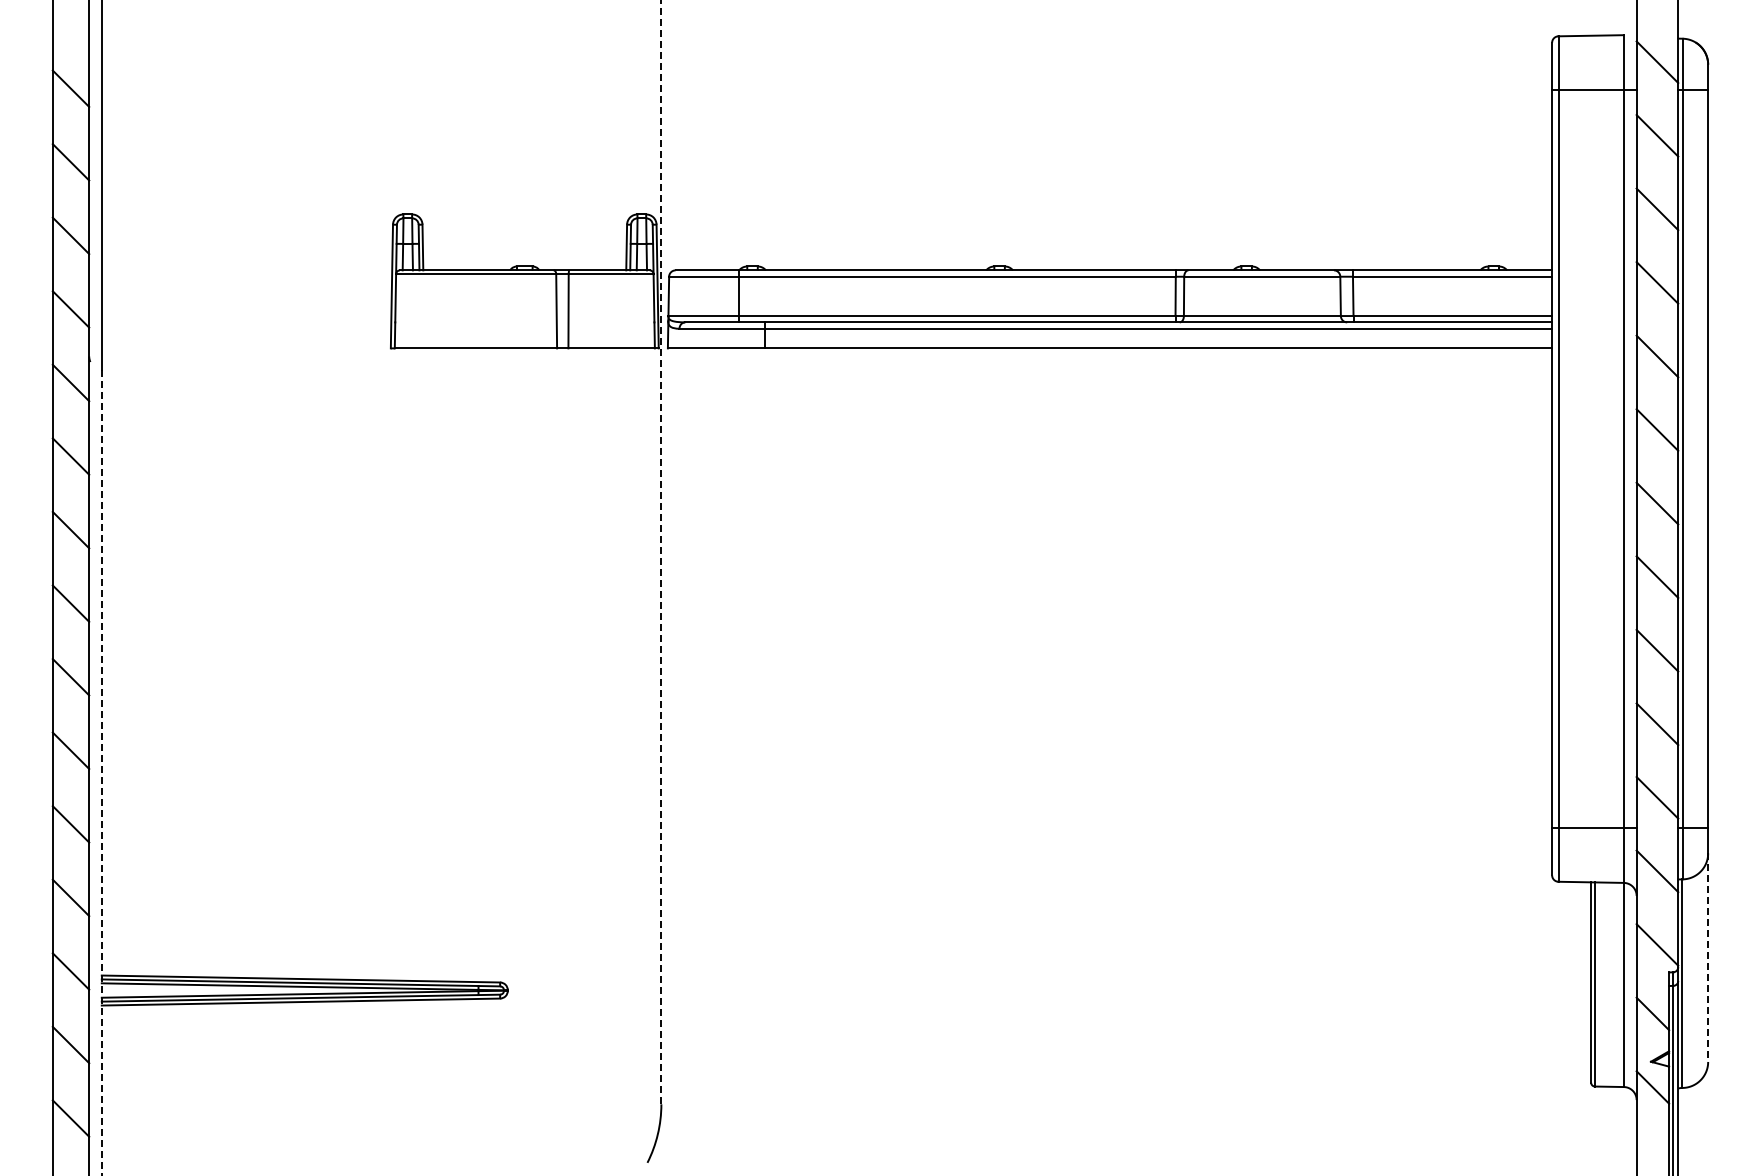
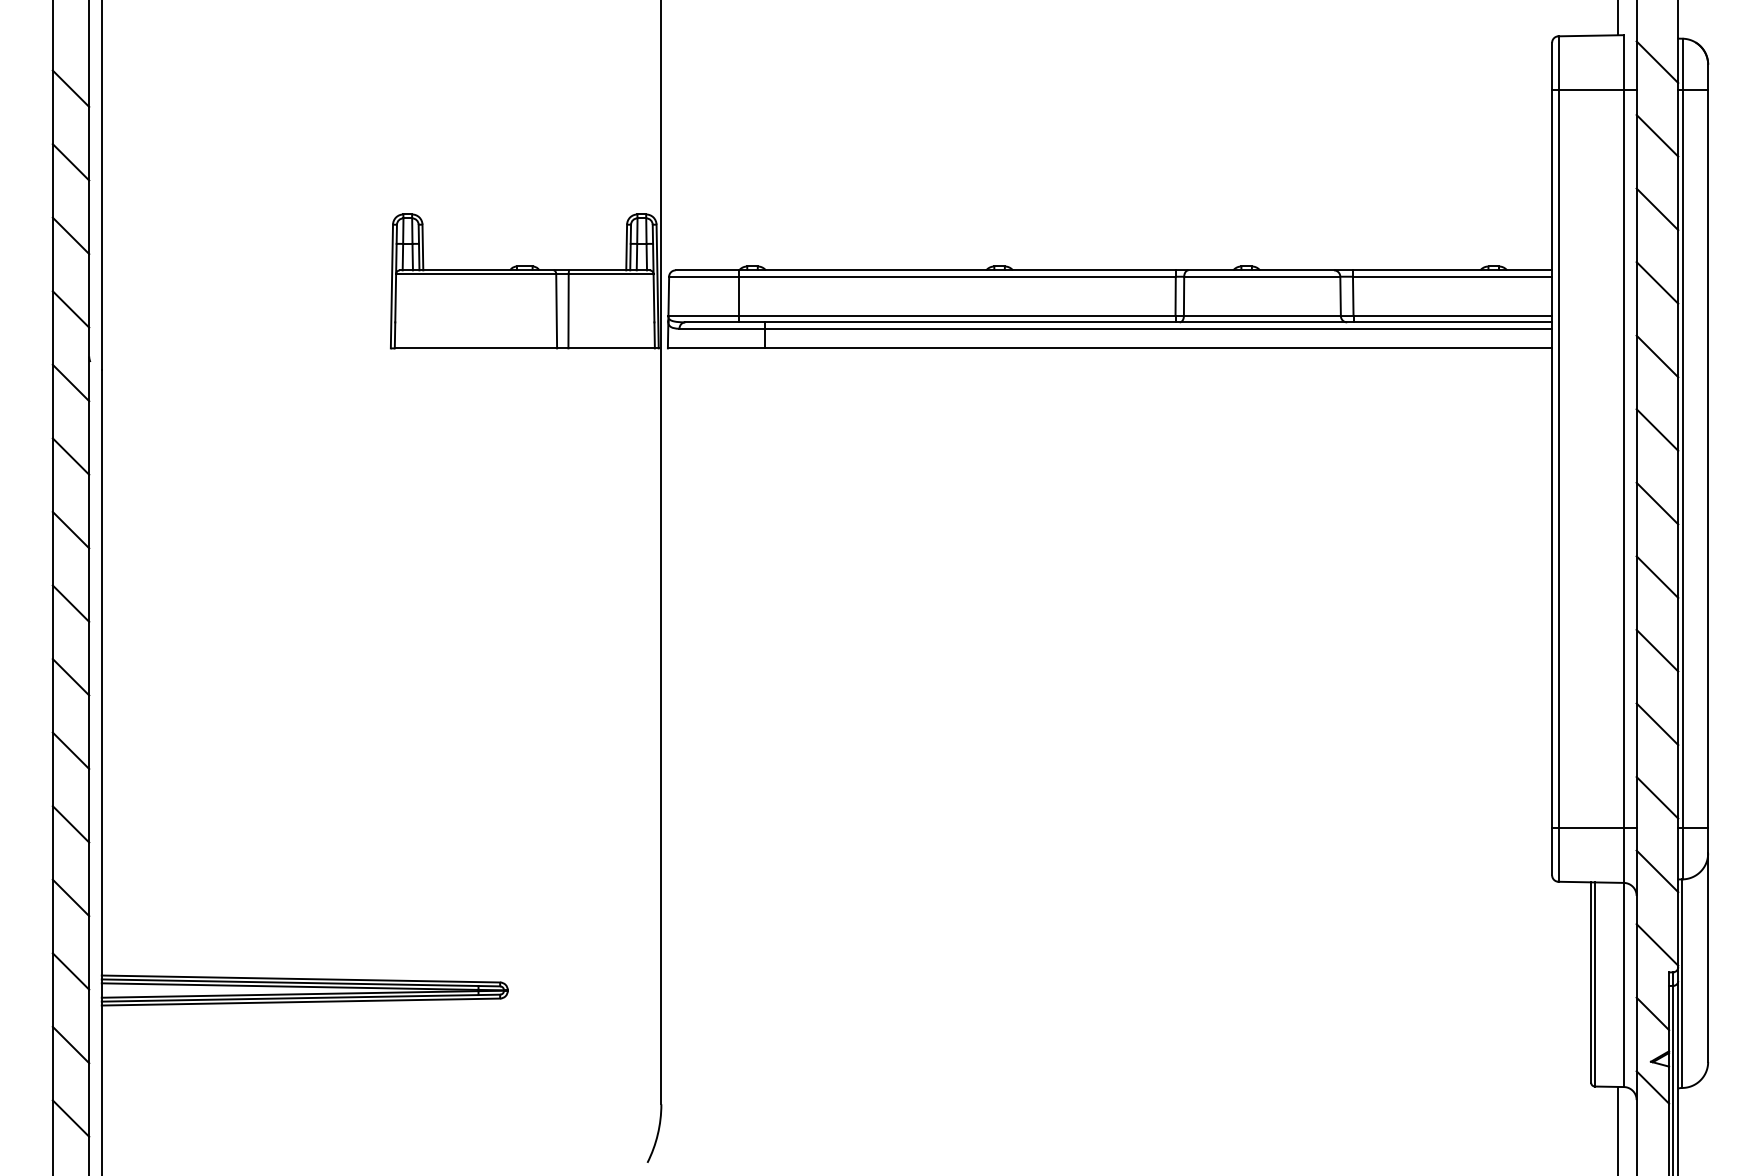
line at (1617, 18): none -> present
line at (661, 552): dashed -> solid
line at (101, 772): dashed -> solid
line at (1708, 958): dashed -> solid
line at (1617, 1129): none -> present
